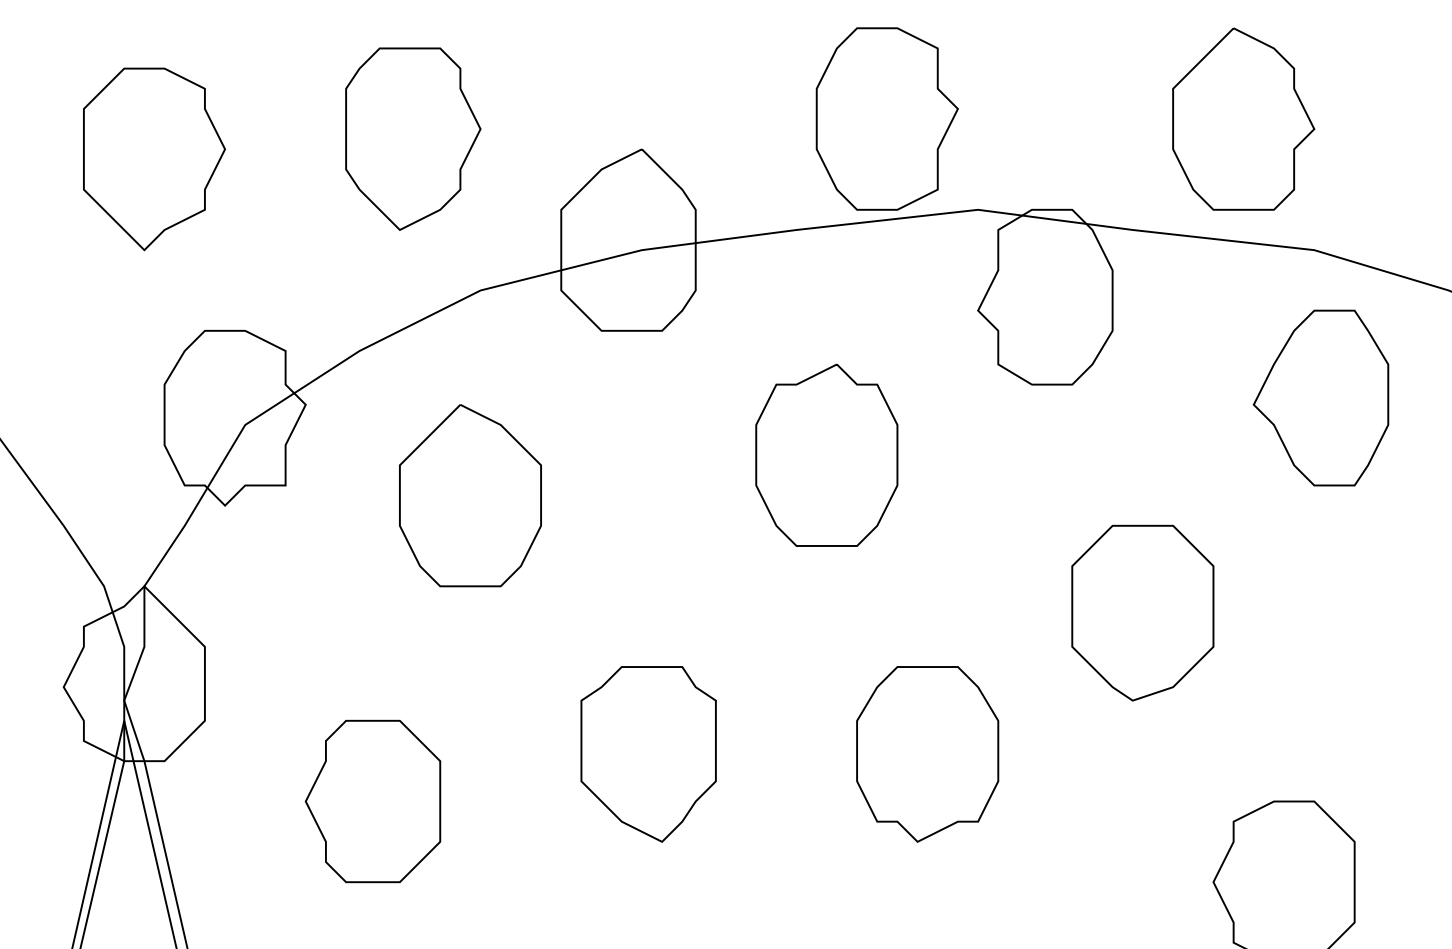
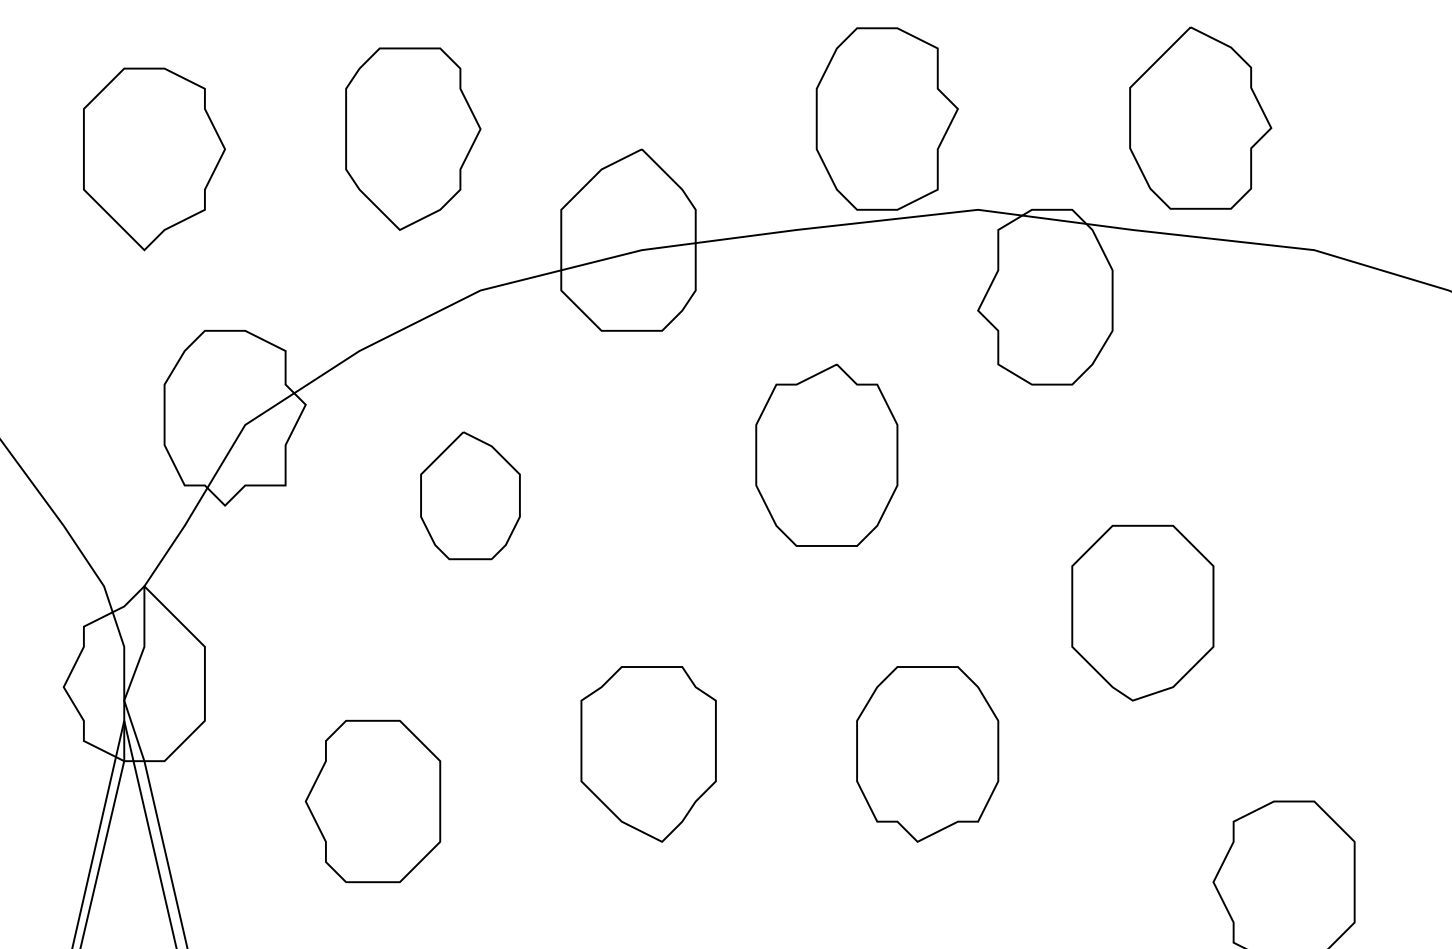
part at (1243, 118) position: (1243, 118) -> (1200, 117)
part at (1320, 397): present -> none
part at (470, 495) size: 143x184 px -> 101x130 px
